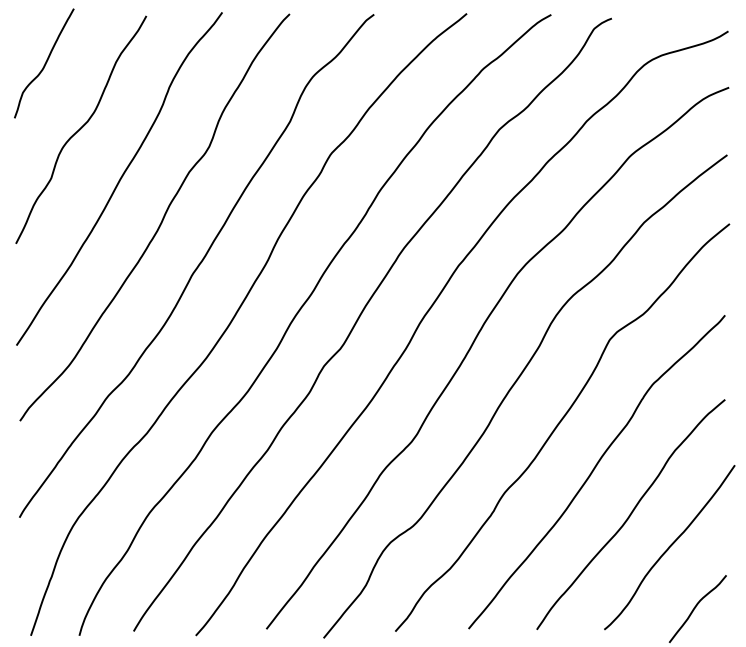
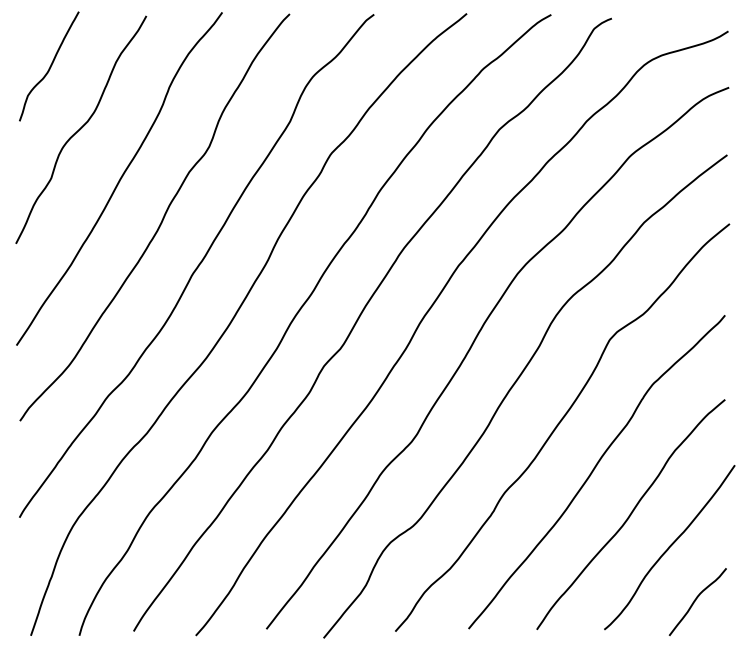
curve at (44, 63) position: (44, 63) -> (49, 66)
curve at (696, 607) position: (696, 607) -> (696, 600)
